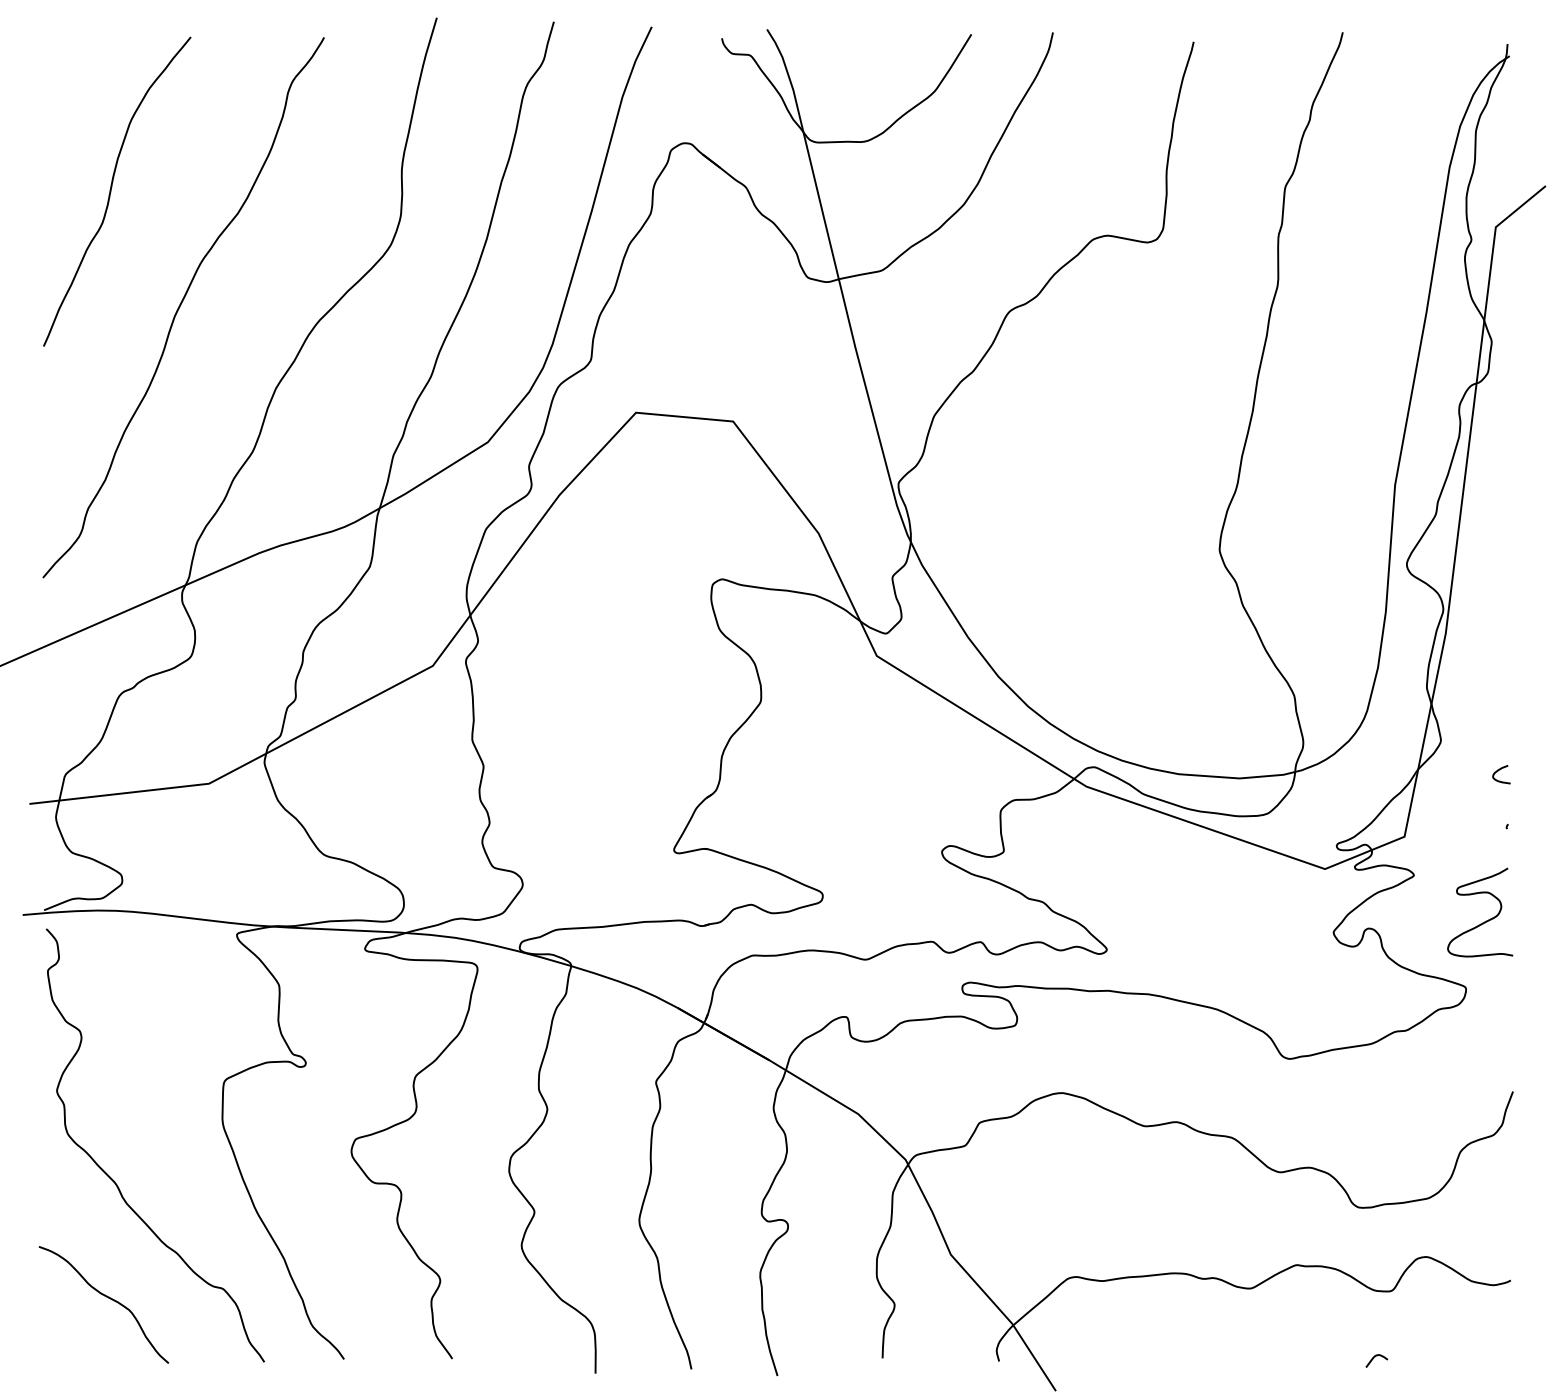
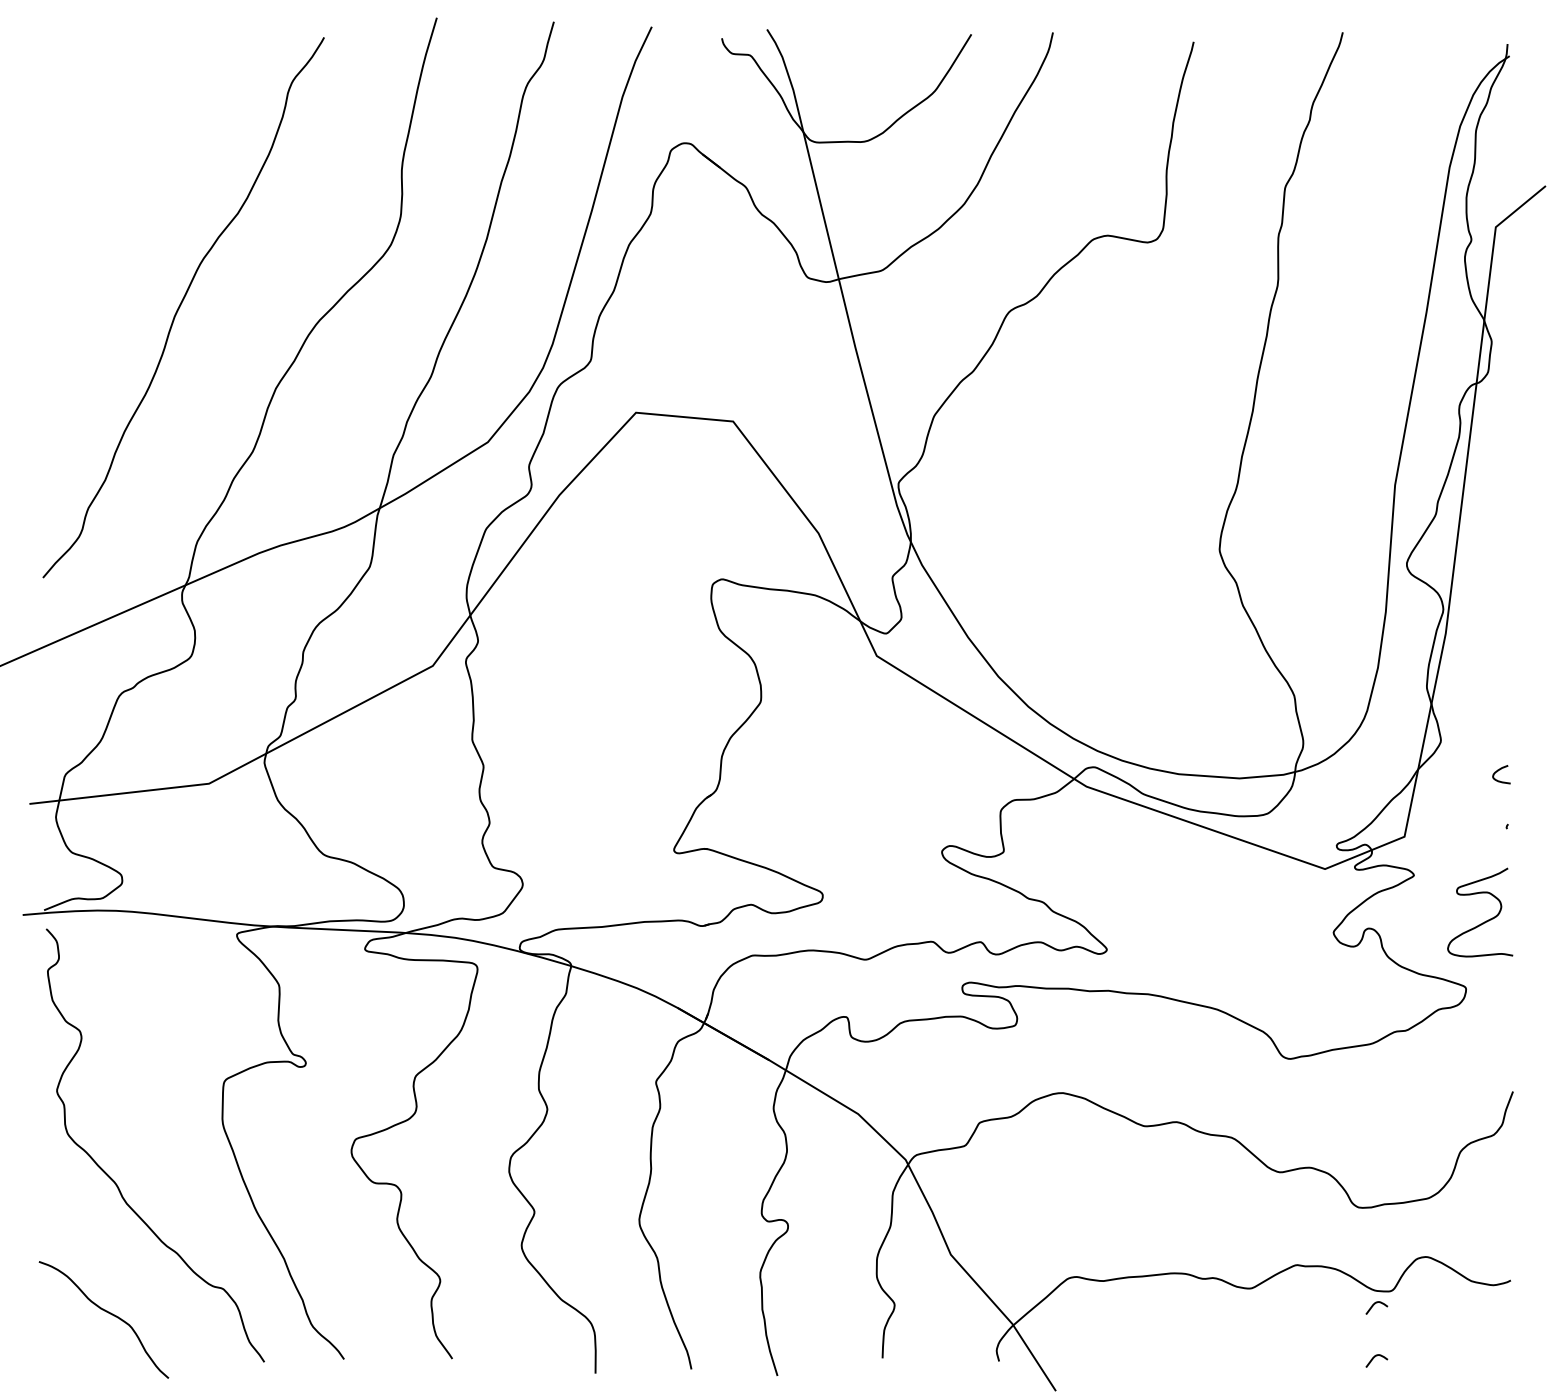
curve at (111, 191): present -> none
curve at (106, 1297) position: (106, 1297) -> (106, 1312)
curve at (1374, 1305): none -> present
